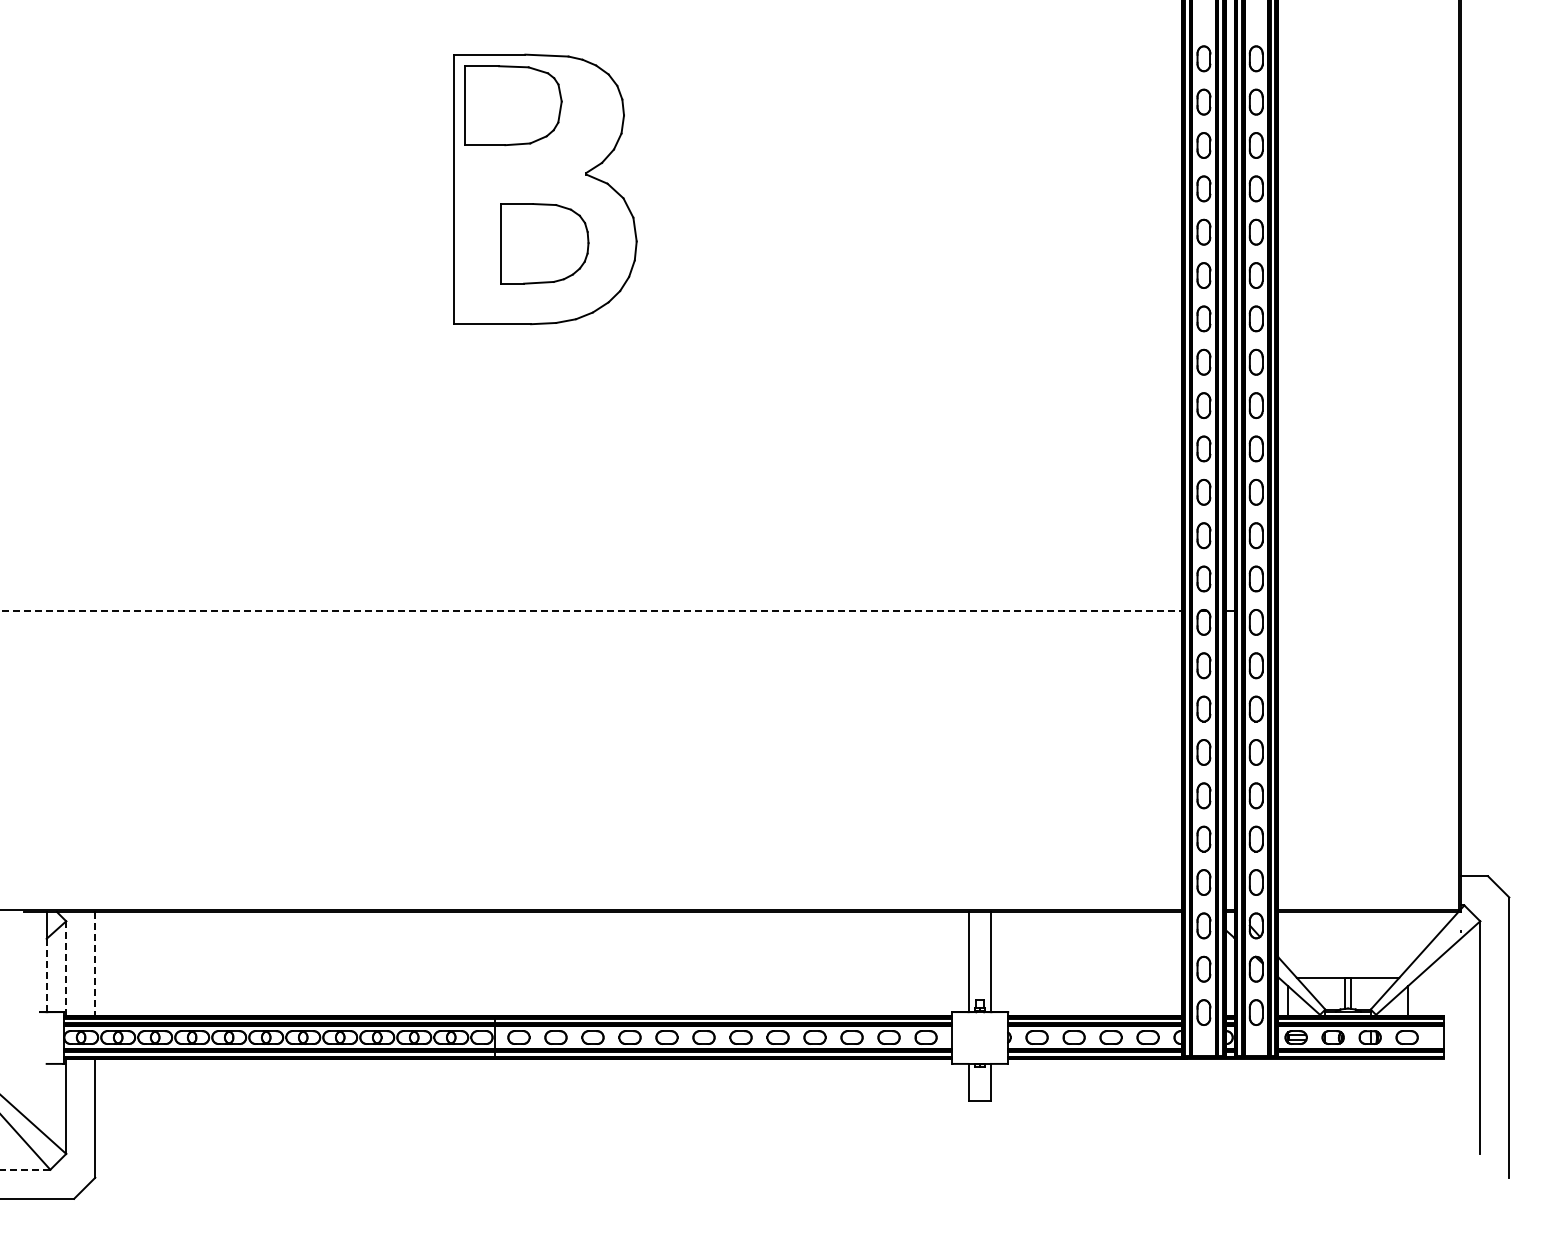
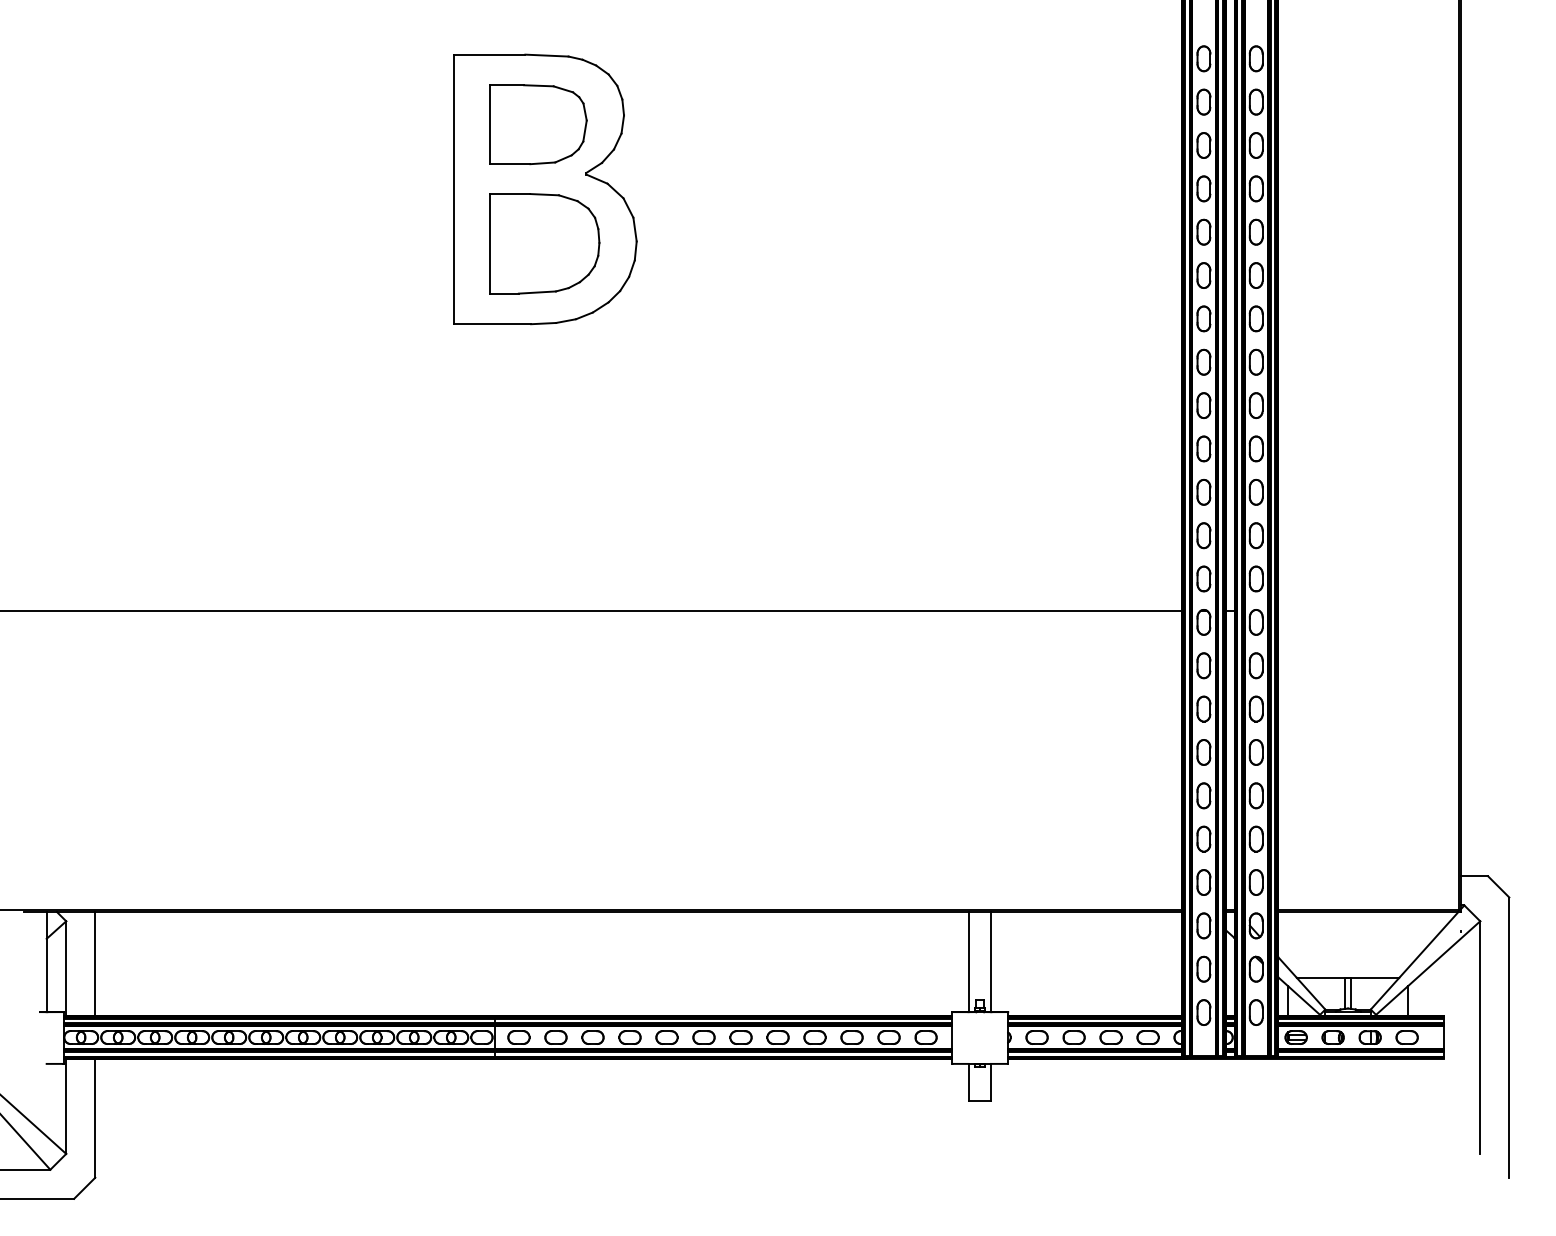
part at (513, 105) position: (513, 105) -> (538, 124)
part at (544, 243) size: 90x82 px -> 112x102 px
line at (591, 610): dashed -> solid
line at (95, 964): dashed -> solid
line at (66, 969): dashed -> solid
line at (46, 975): dashed -> solid
line at (25, 1169): dashed -> solid
